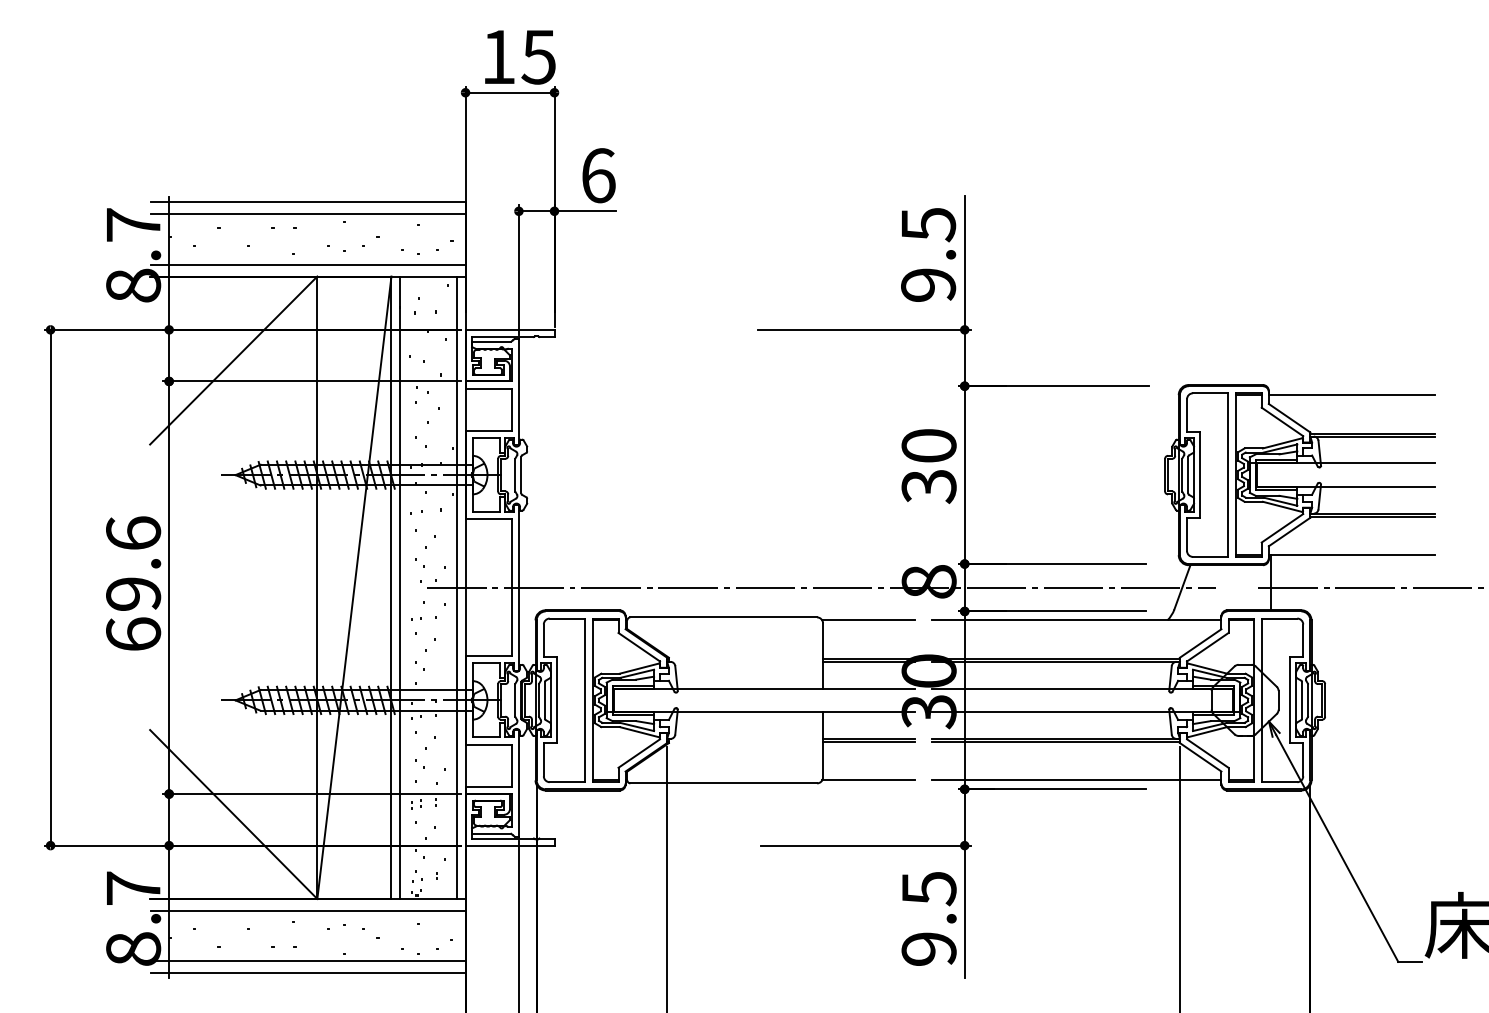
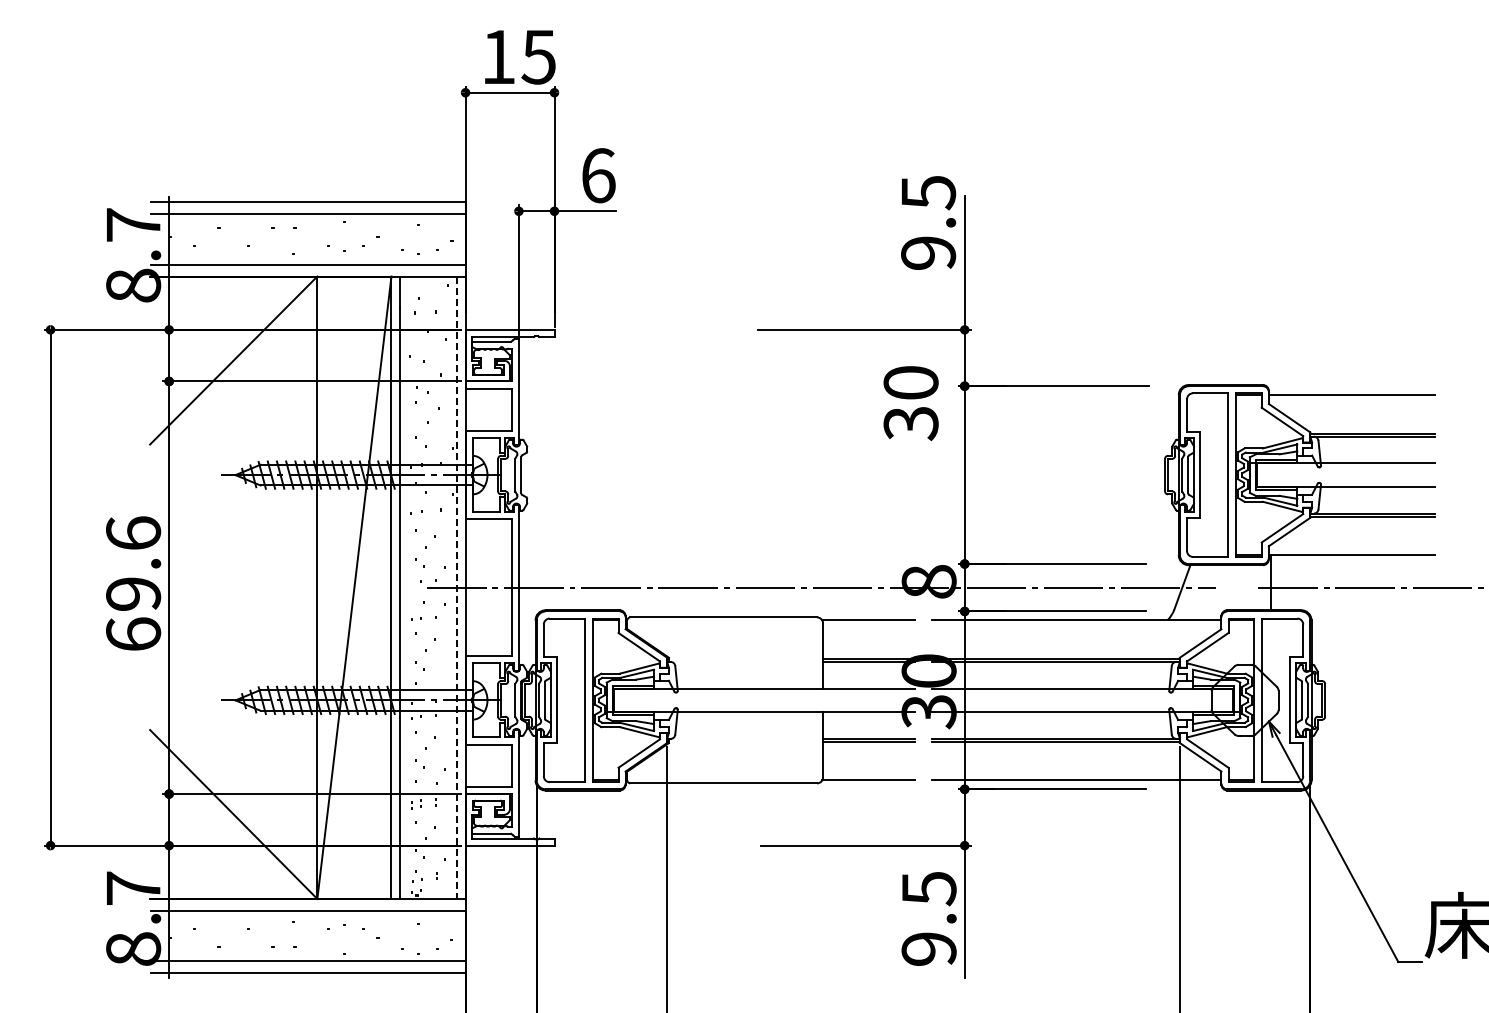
text at (928, 254) position: (928, 254) -> (928, 222)
text at (928, 466) position: (928, 466) -> (910, 403)
line at (456, 588): solid -> dashed
line at (518, 924): present -> none
